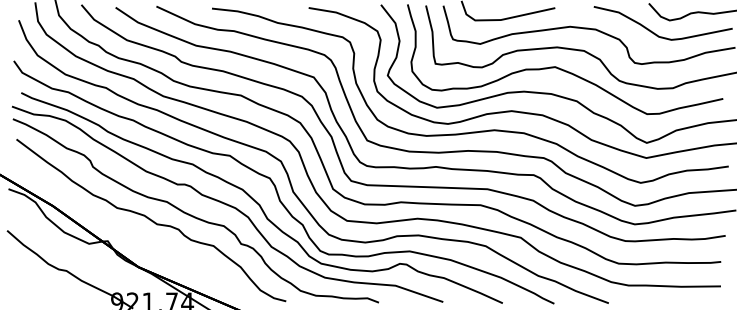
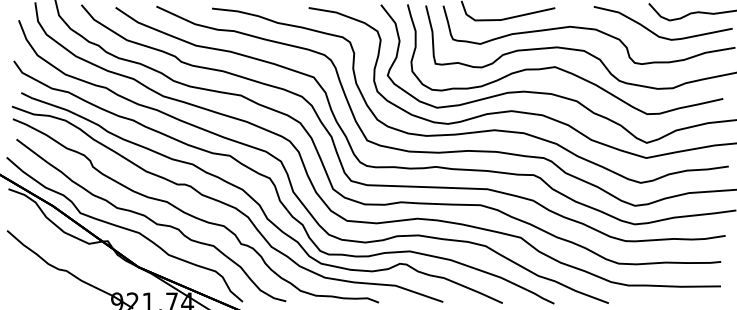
part at (124, 229): none -> present
